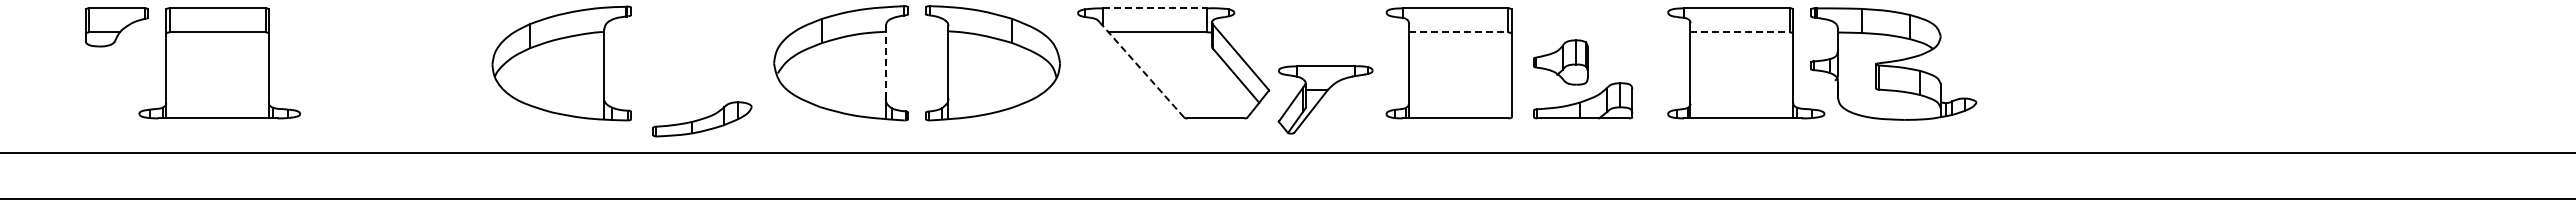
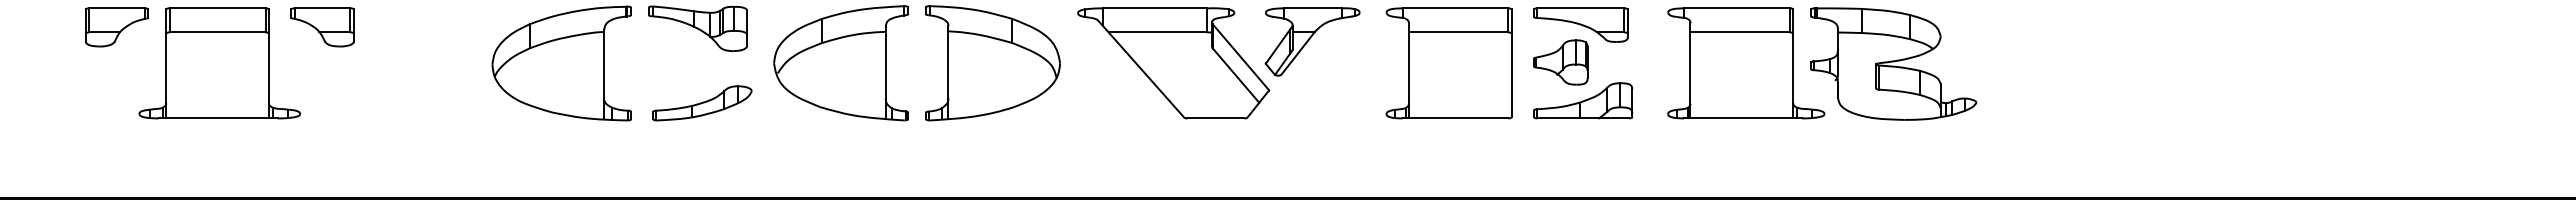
line at (1155, 8): dashed -> solid
part at (1580, 24): none -> present
part at (322, 27): none -> present
part at (698, 28): none -> present
line at (1458, 32): dashed -> solid
line at (1740, 32): dashed -> solid
line at (885, 62): dashed -> solid
line at (1141, 69): dashed -> solid
part at (1325, 99) position: (1325, 99) -> (1312, 41)
part at (702, 119) position: (702, 119) -> (702, 103)
line at (1287, 152) position: (1287, 152) -> (1287, 197)
